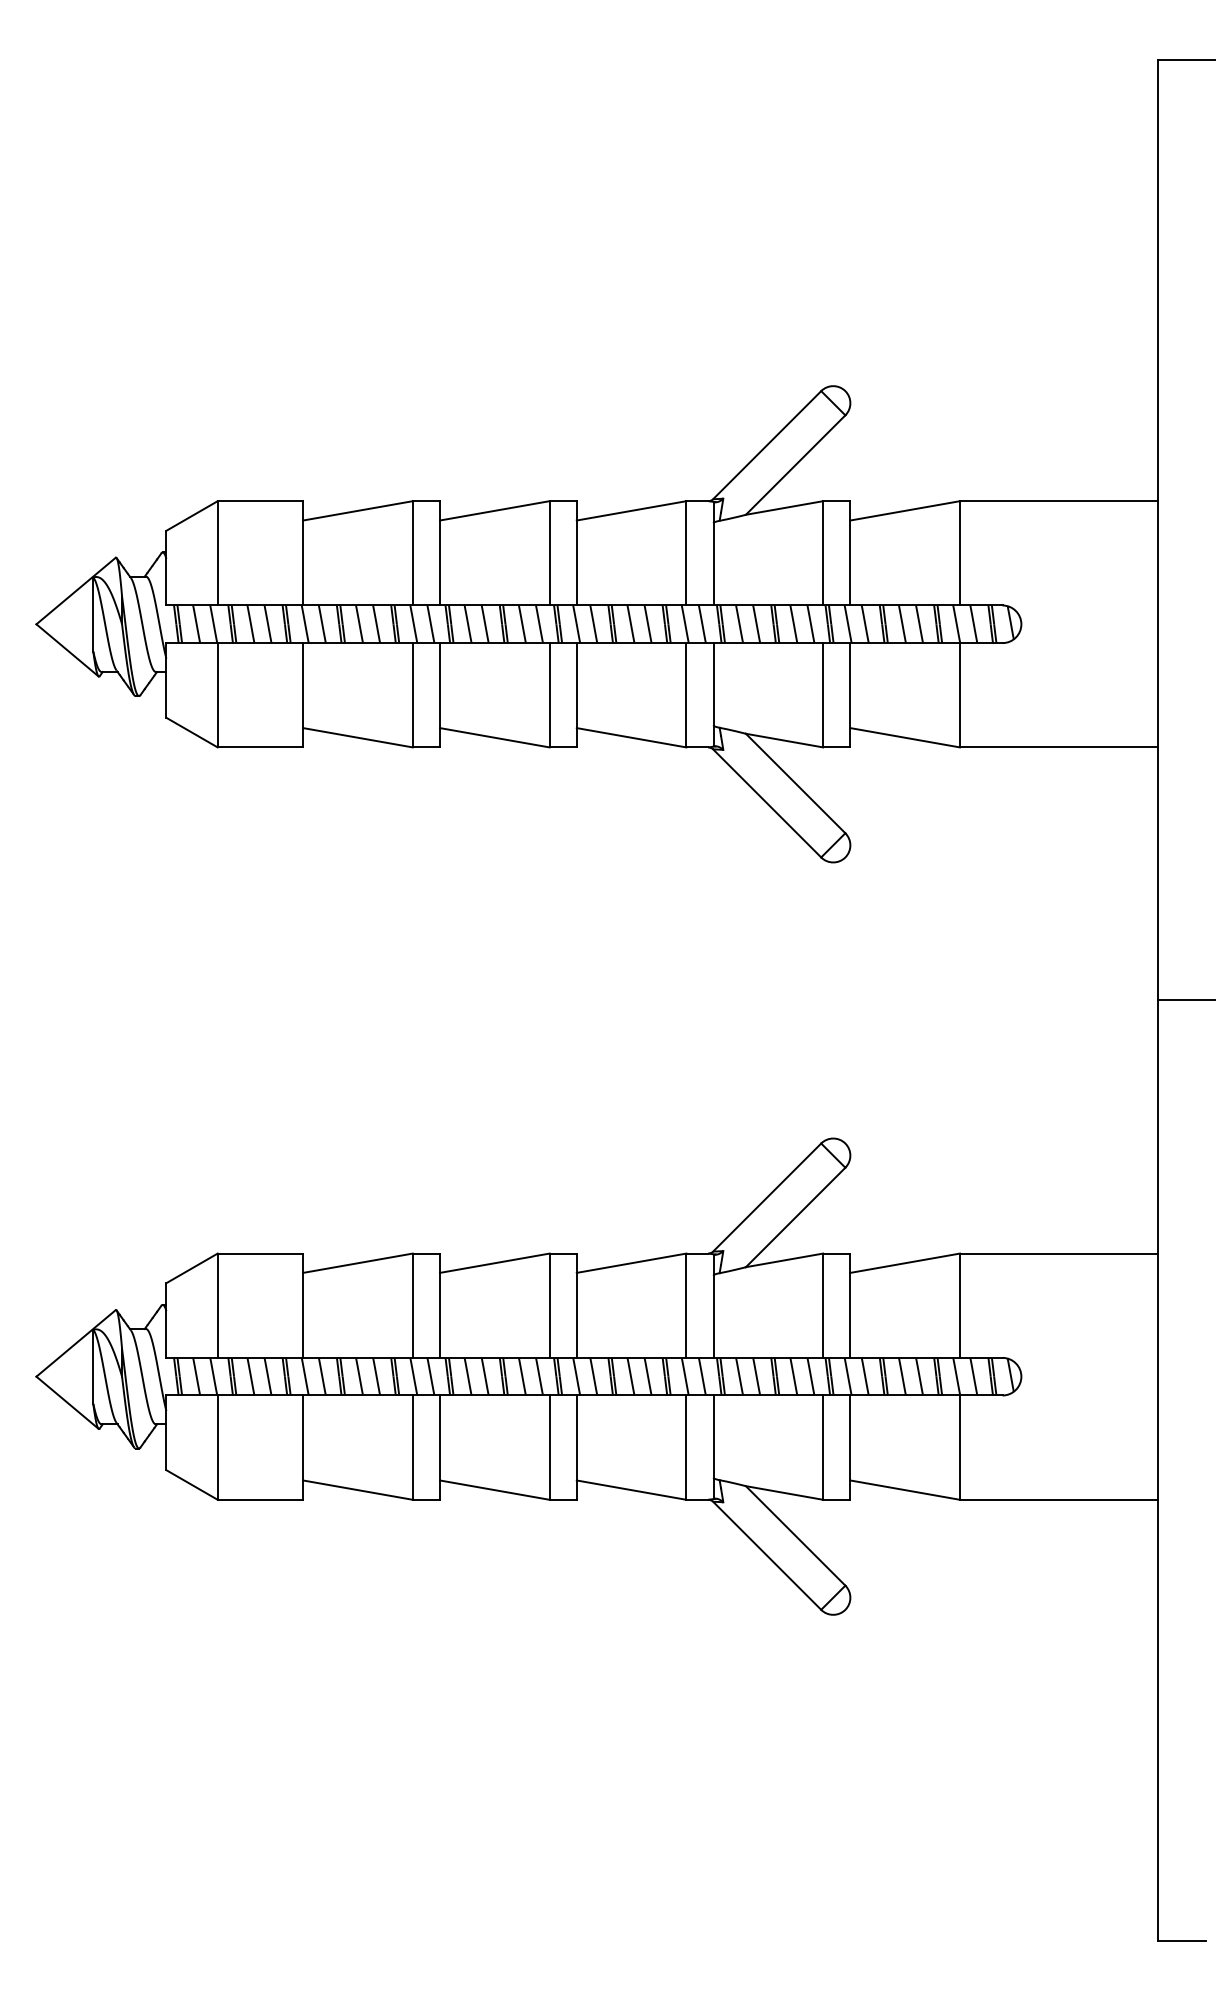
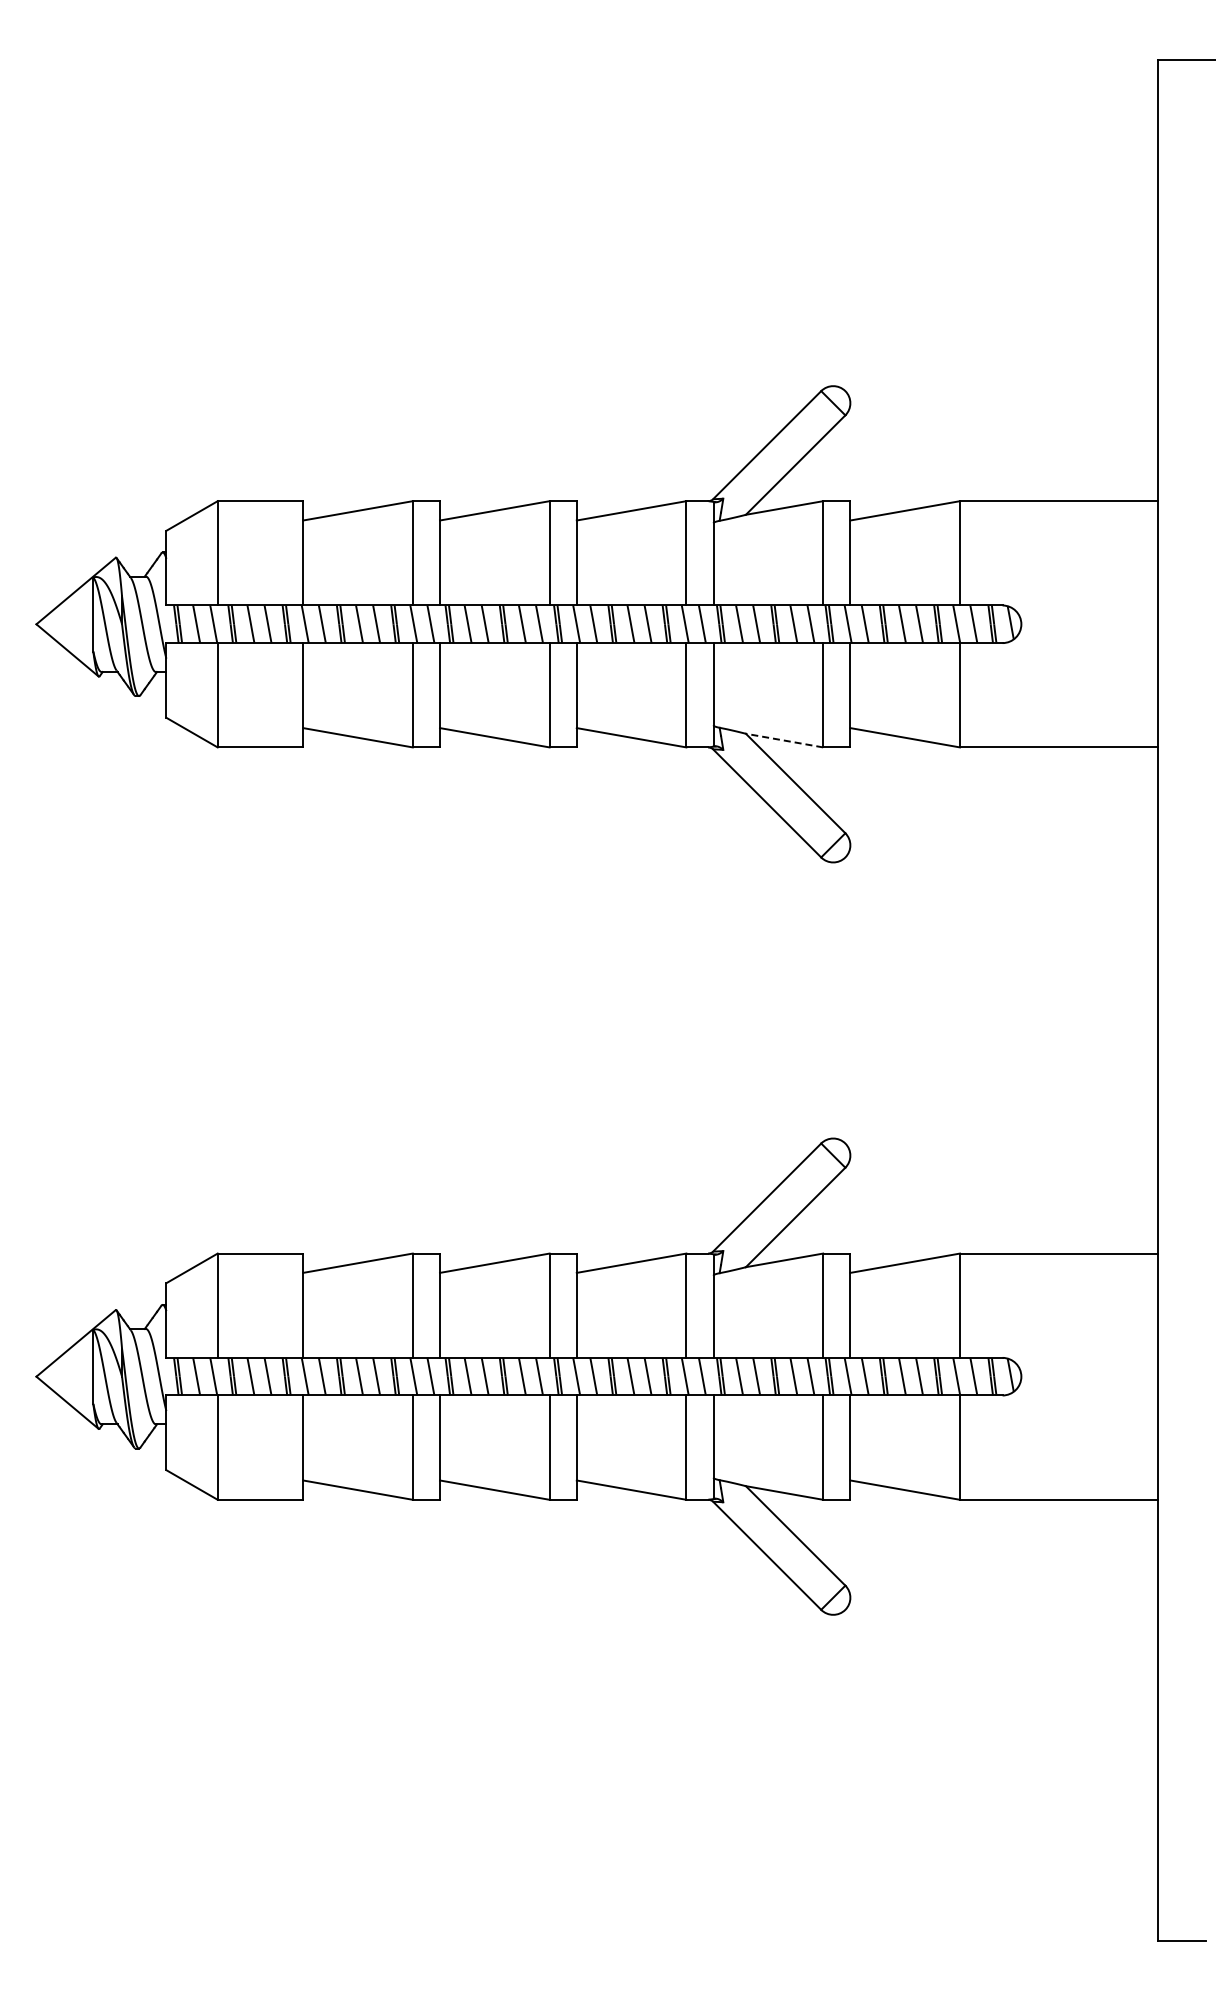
line at (784, 740): solid -> dashed
line at (1185, 1000): present -> none
